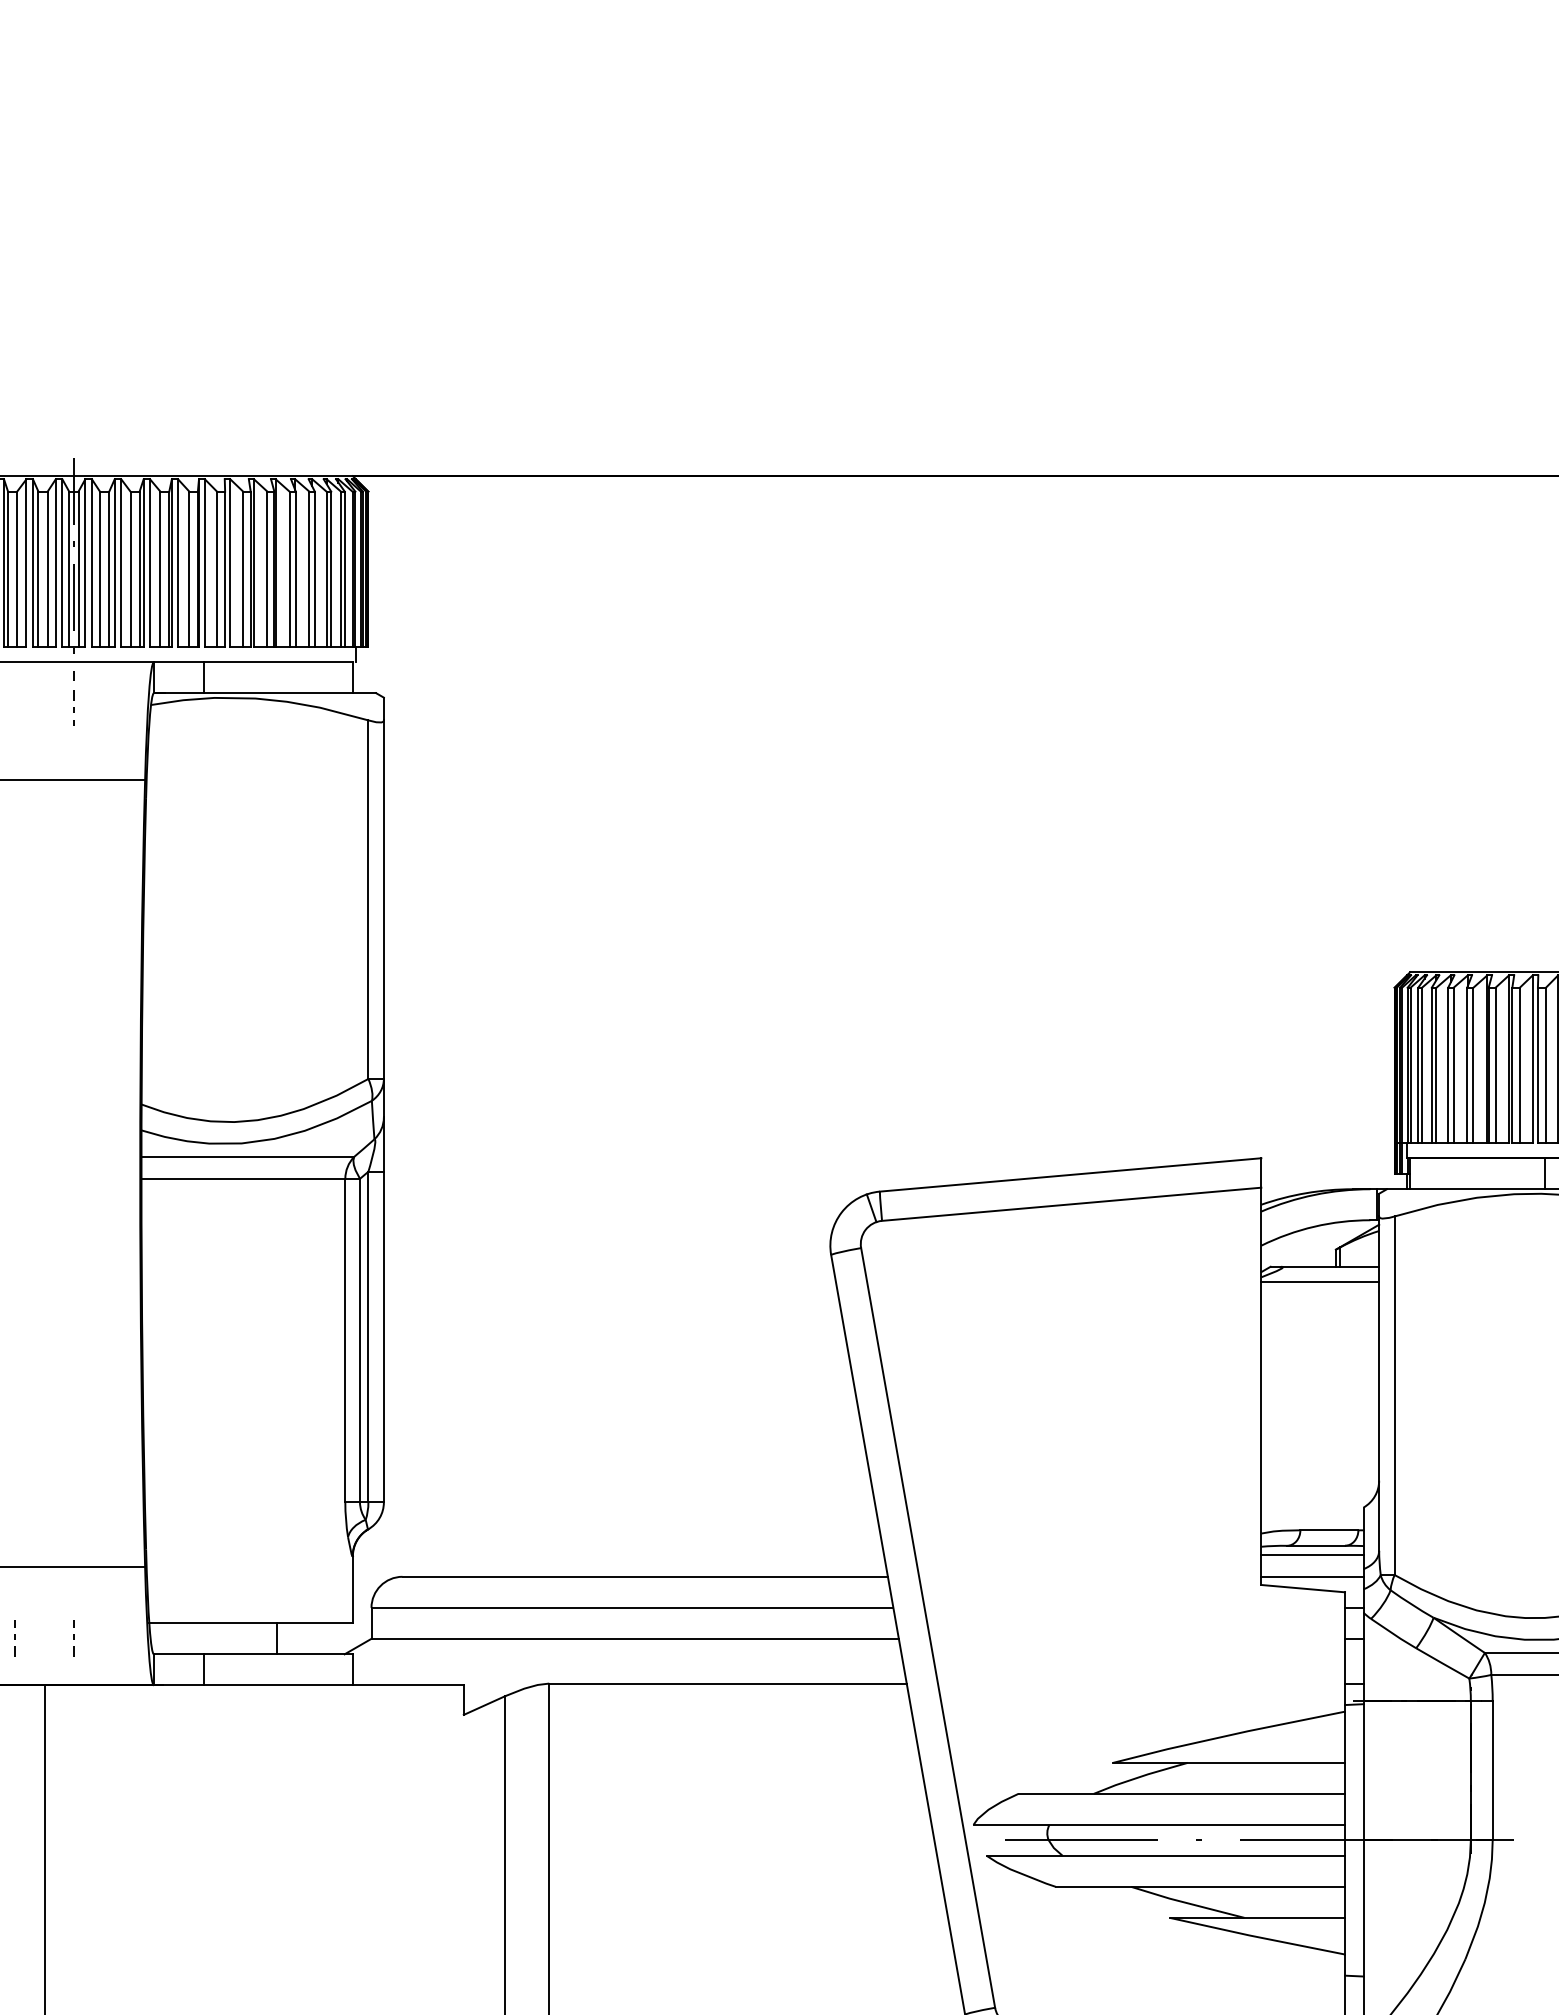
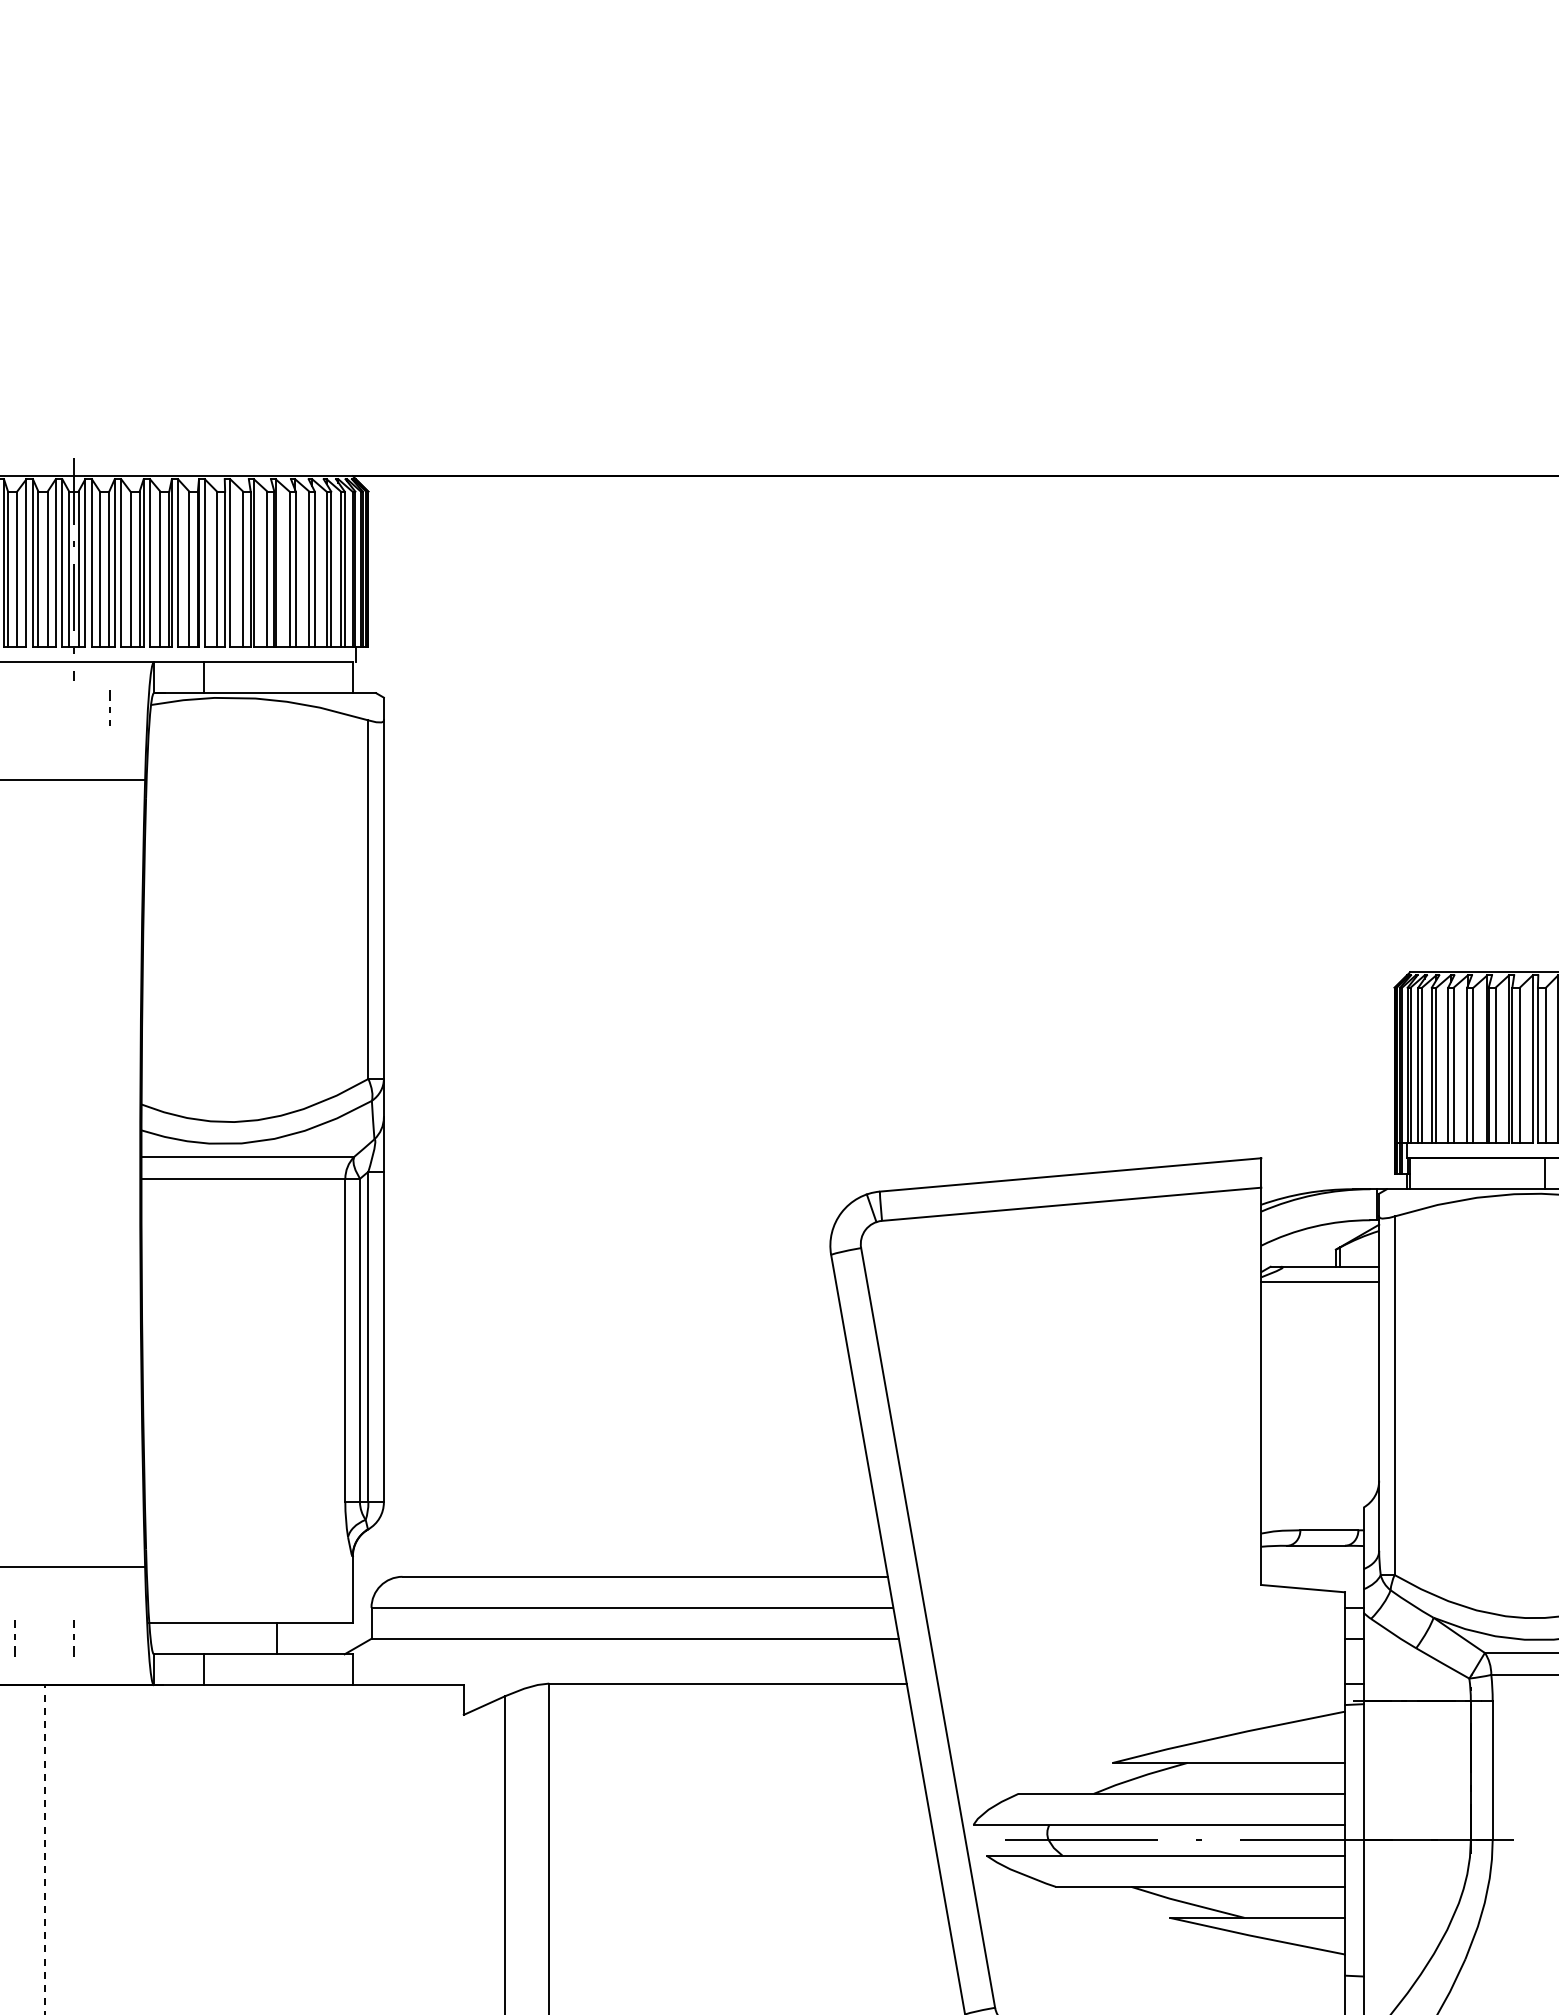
line at (73, 707) position: (73, 707) -> (109, 707)
line at (1312, 1555): present -> none
line at (1312, 1576): present -> none
line at (44, 1849): solid -> dashed
